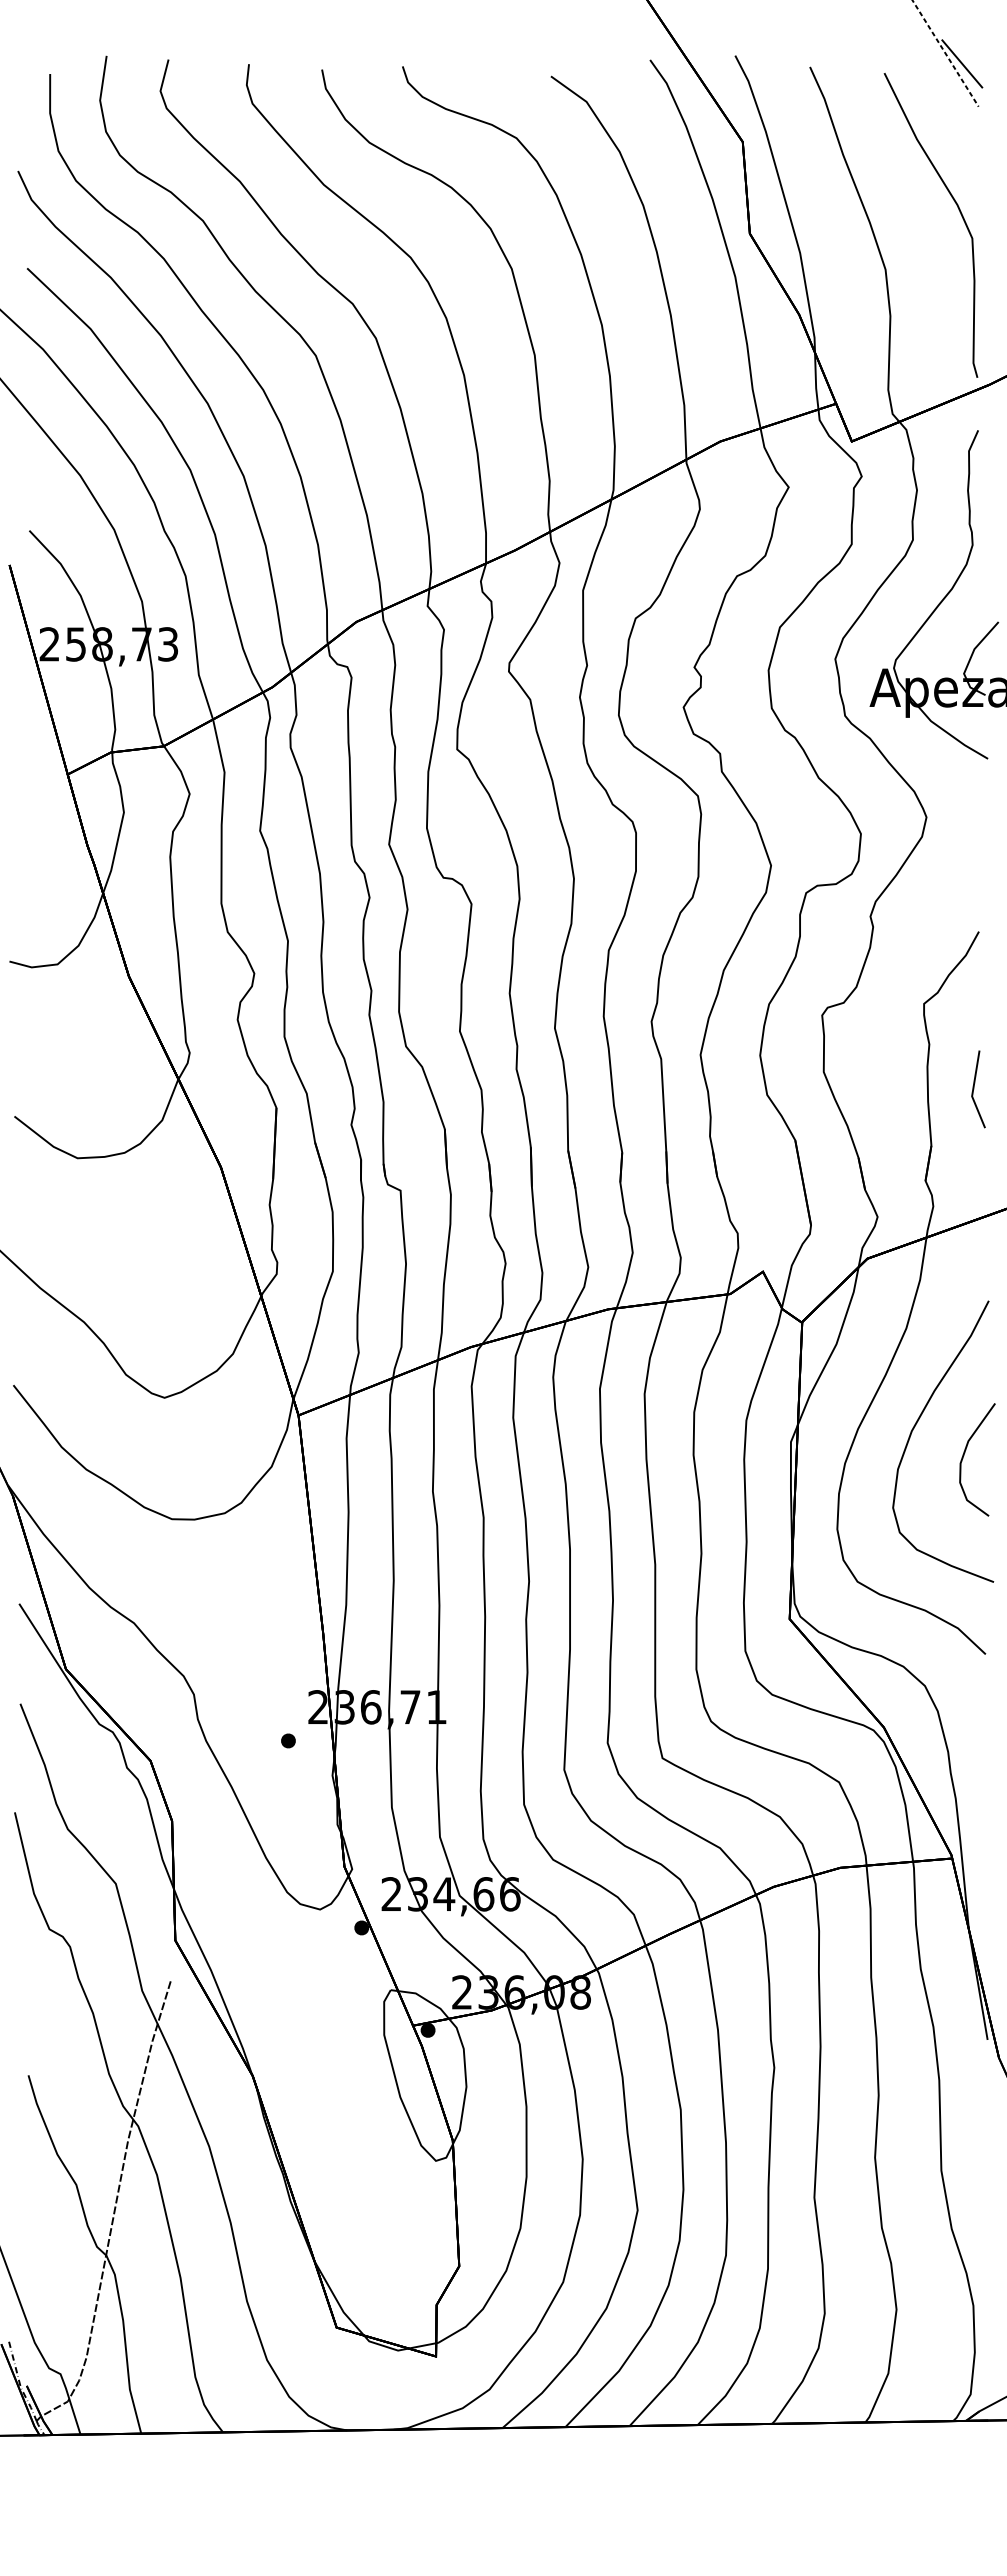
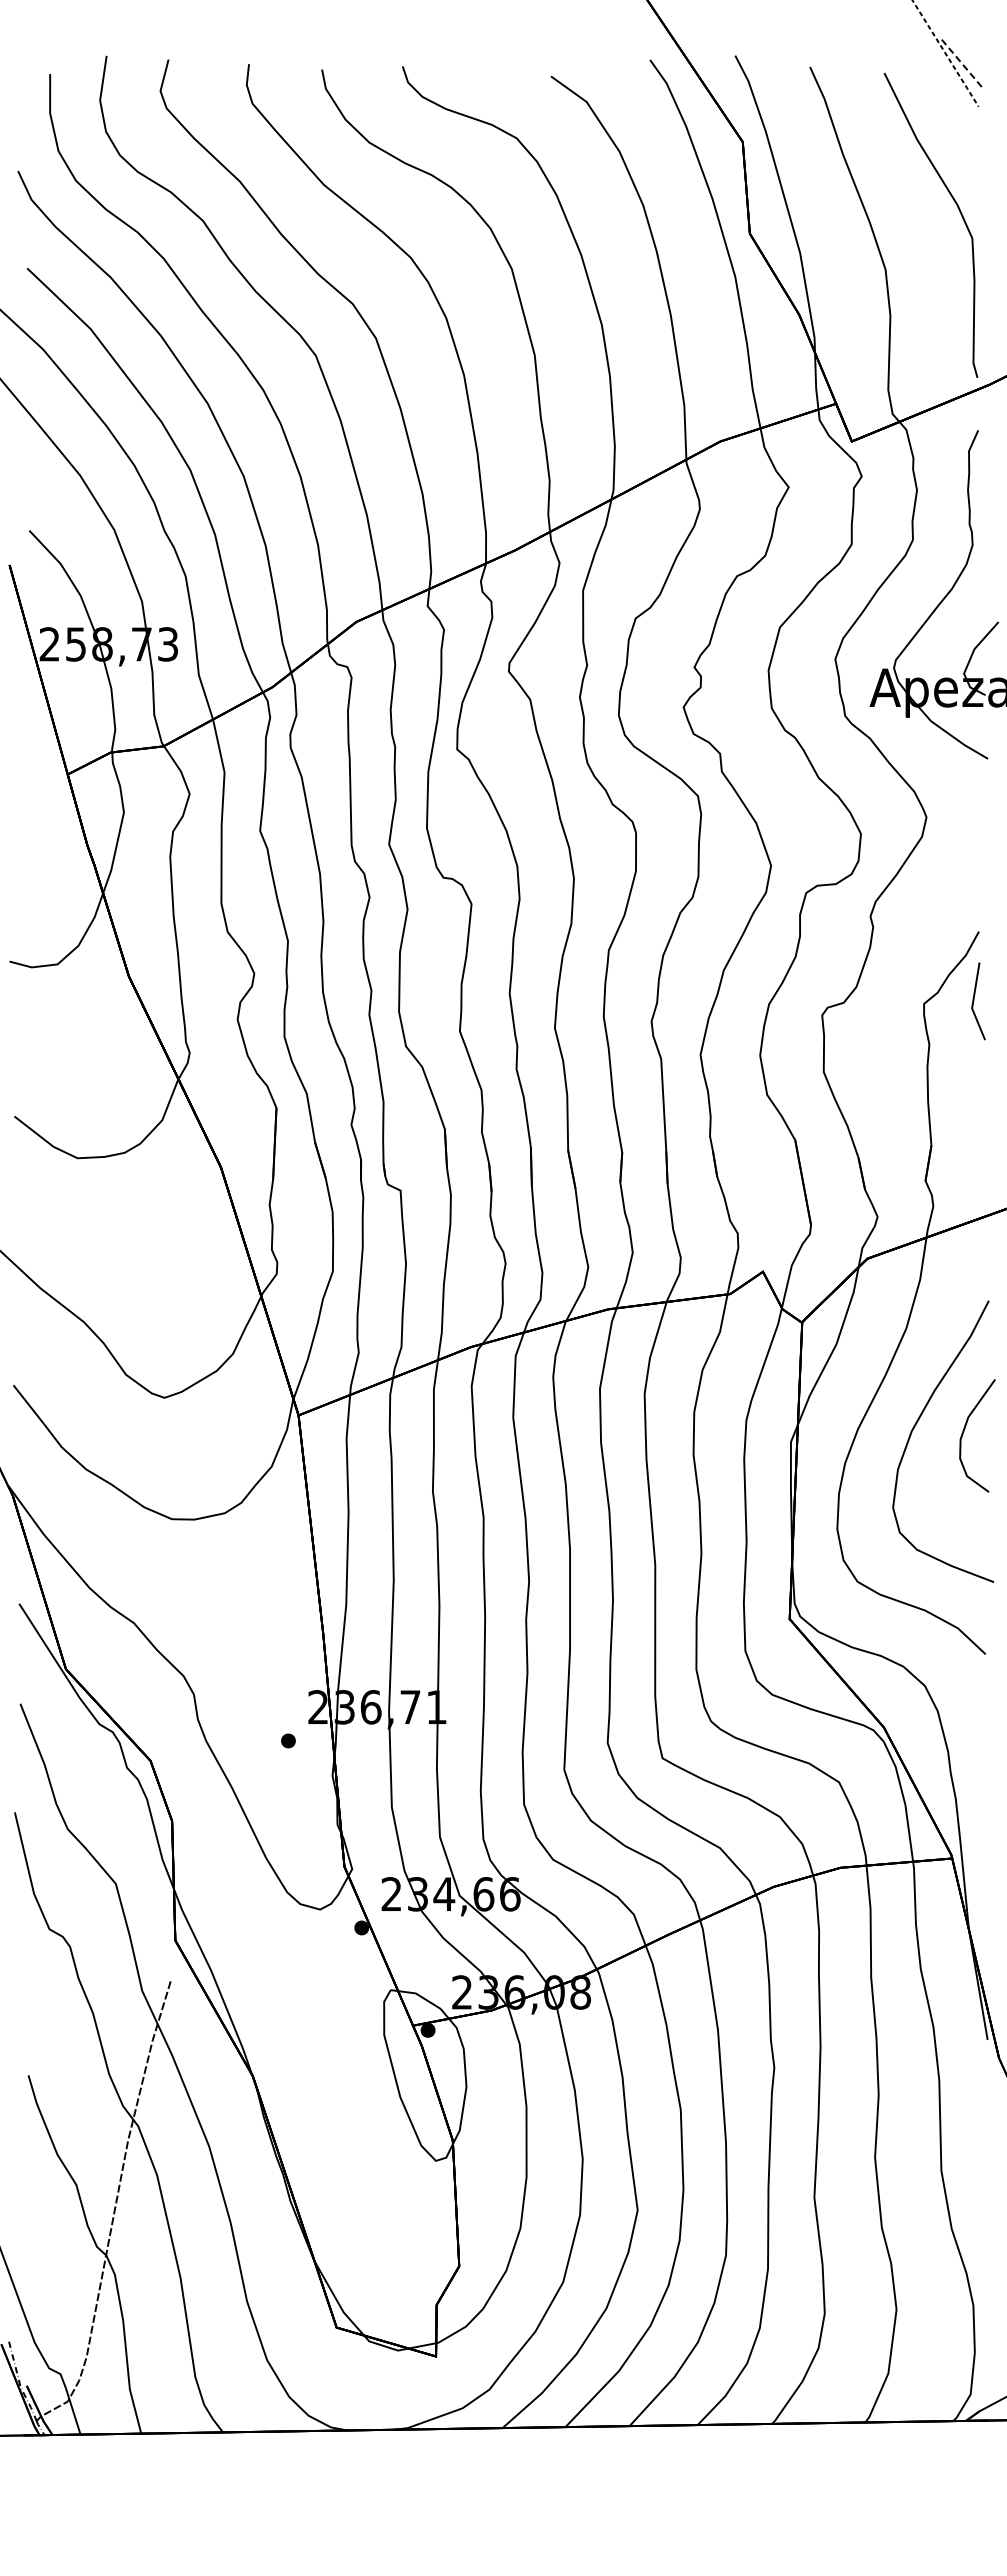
line at (962, 63): solid -> dashed
line at (974, 1089) position: (974, 1089) -> (974, 1001)
curve at (964, 1455) position: (964, 1455) -> (964, 1431)
